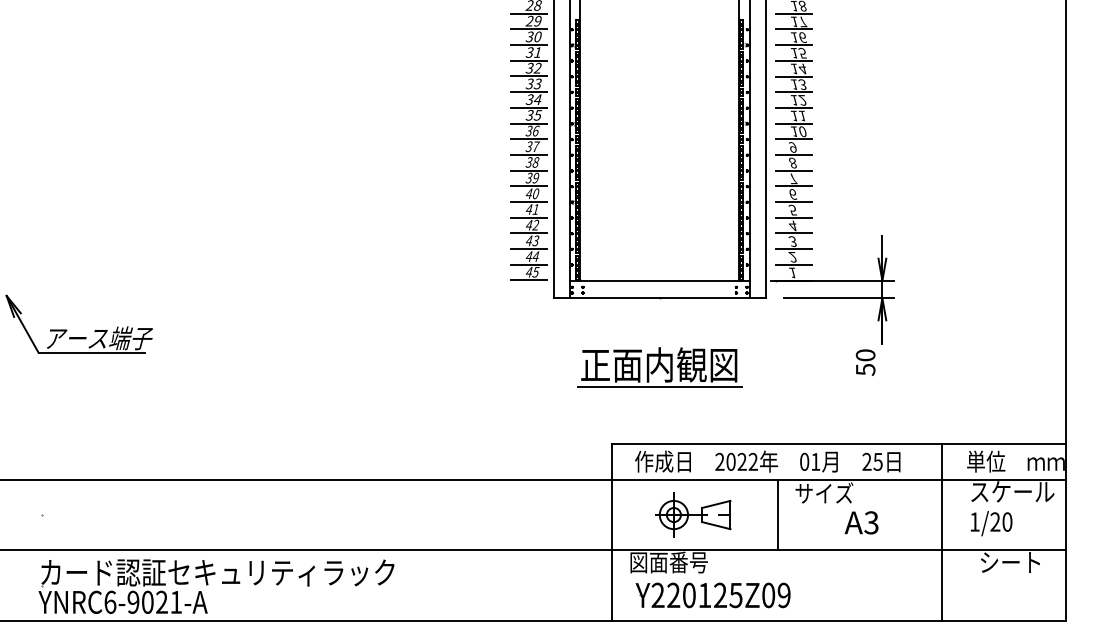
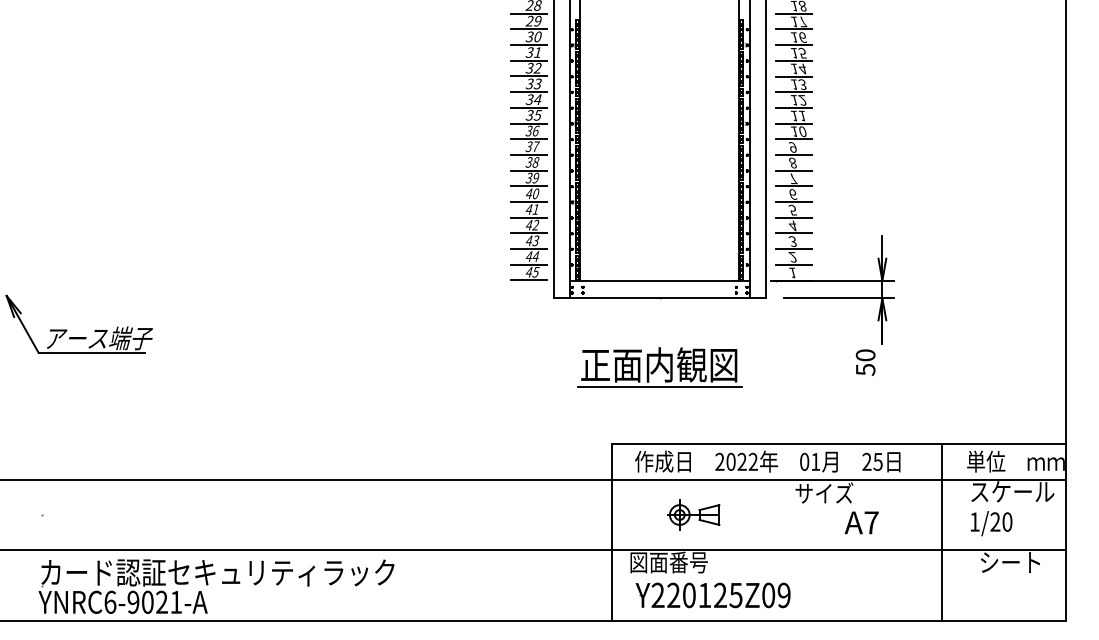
part at (693, 514) size: 77x46 px -> 54x32 px
line at (777, 514): present -> none
text at (871, 522): A3 -> A7
